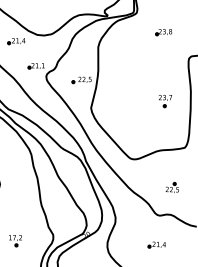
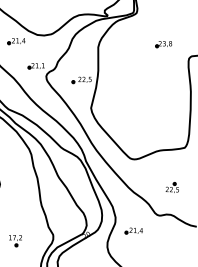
part at (163, 32) position: (163, 32) -> (163, 44)
part at (165, 101): present -> none
part at (156, 244) position: (156, 244) -> (133, 230)
